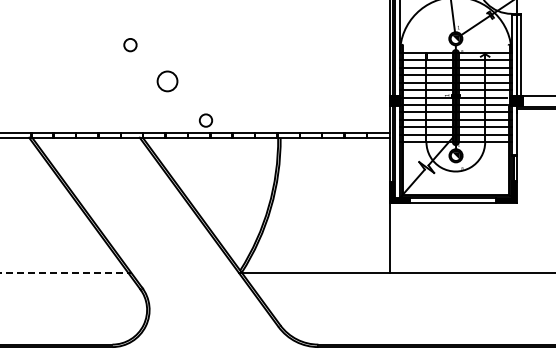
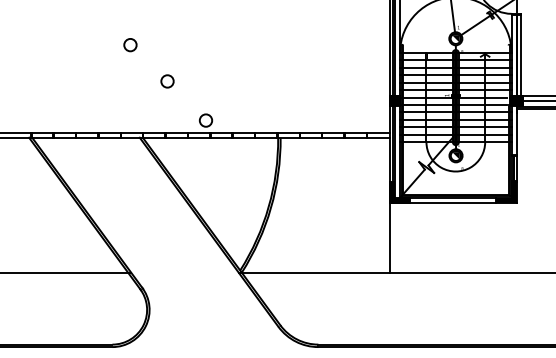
circle at (167, 81) size: 23x23 px -> 15x15 px
line at (537, 100): none -> present
line at (66, 272): dashed -> solid
